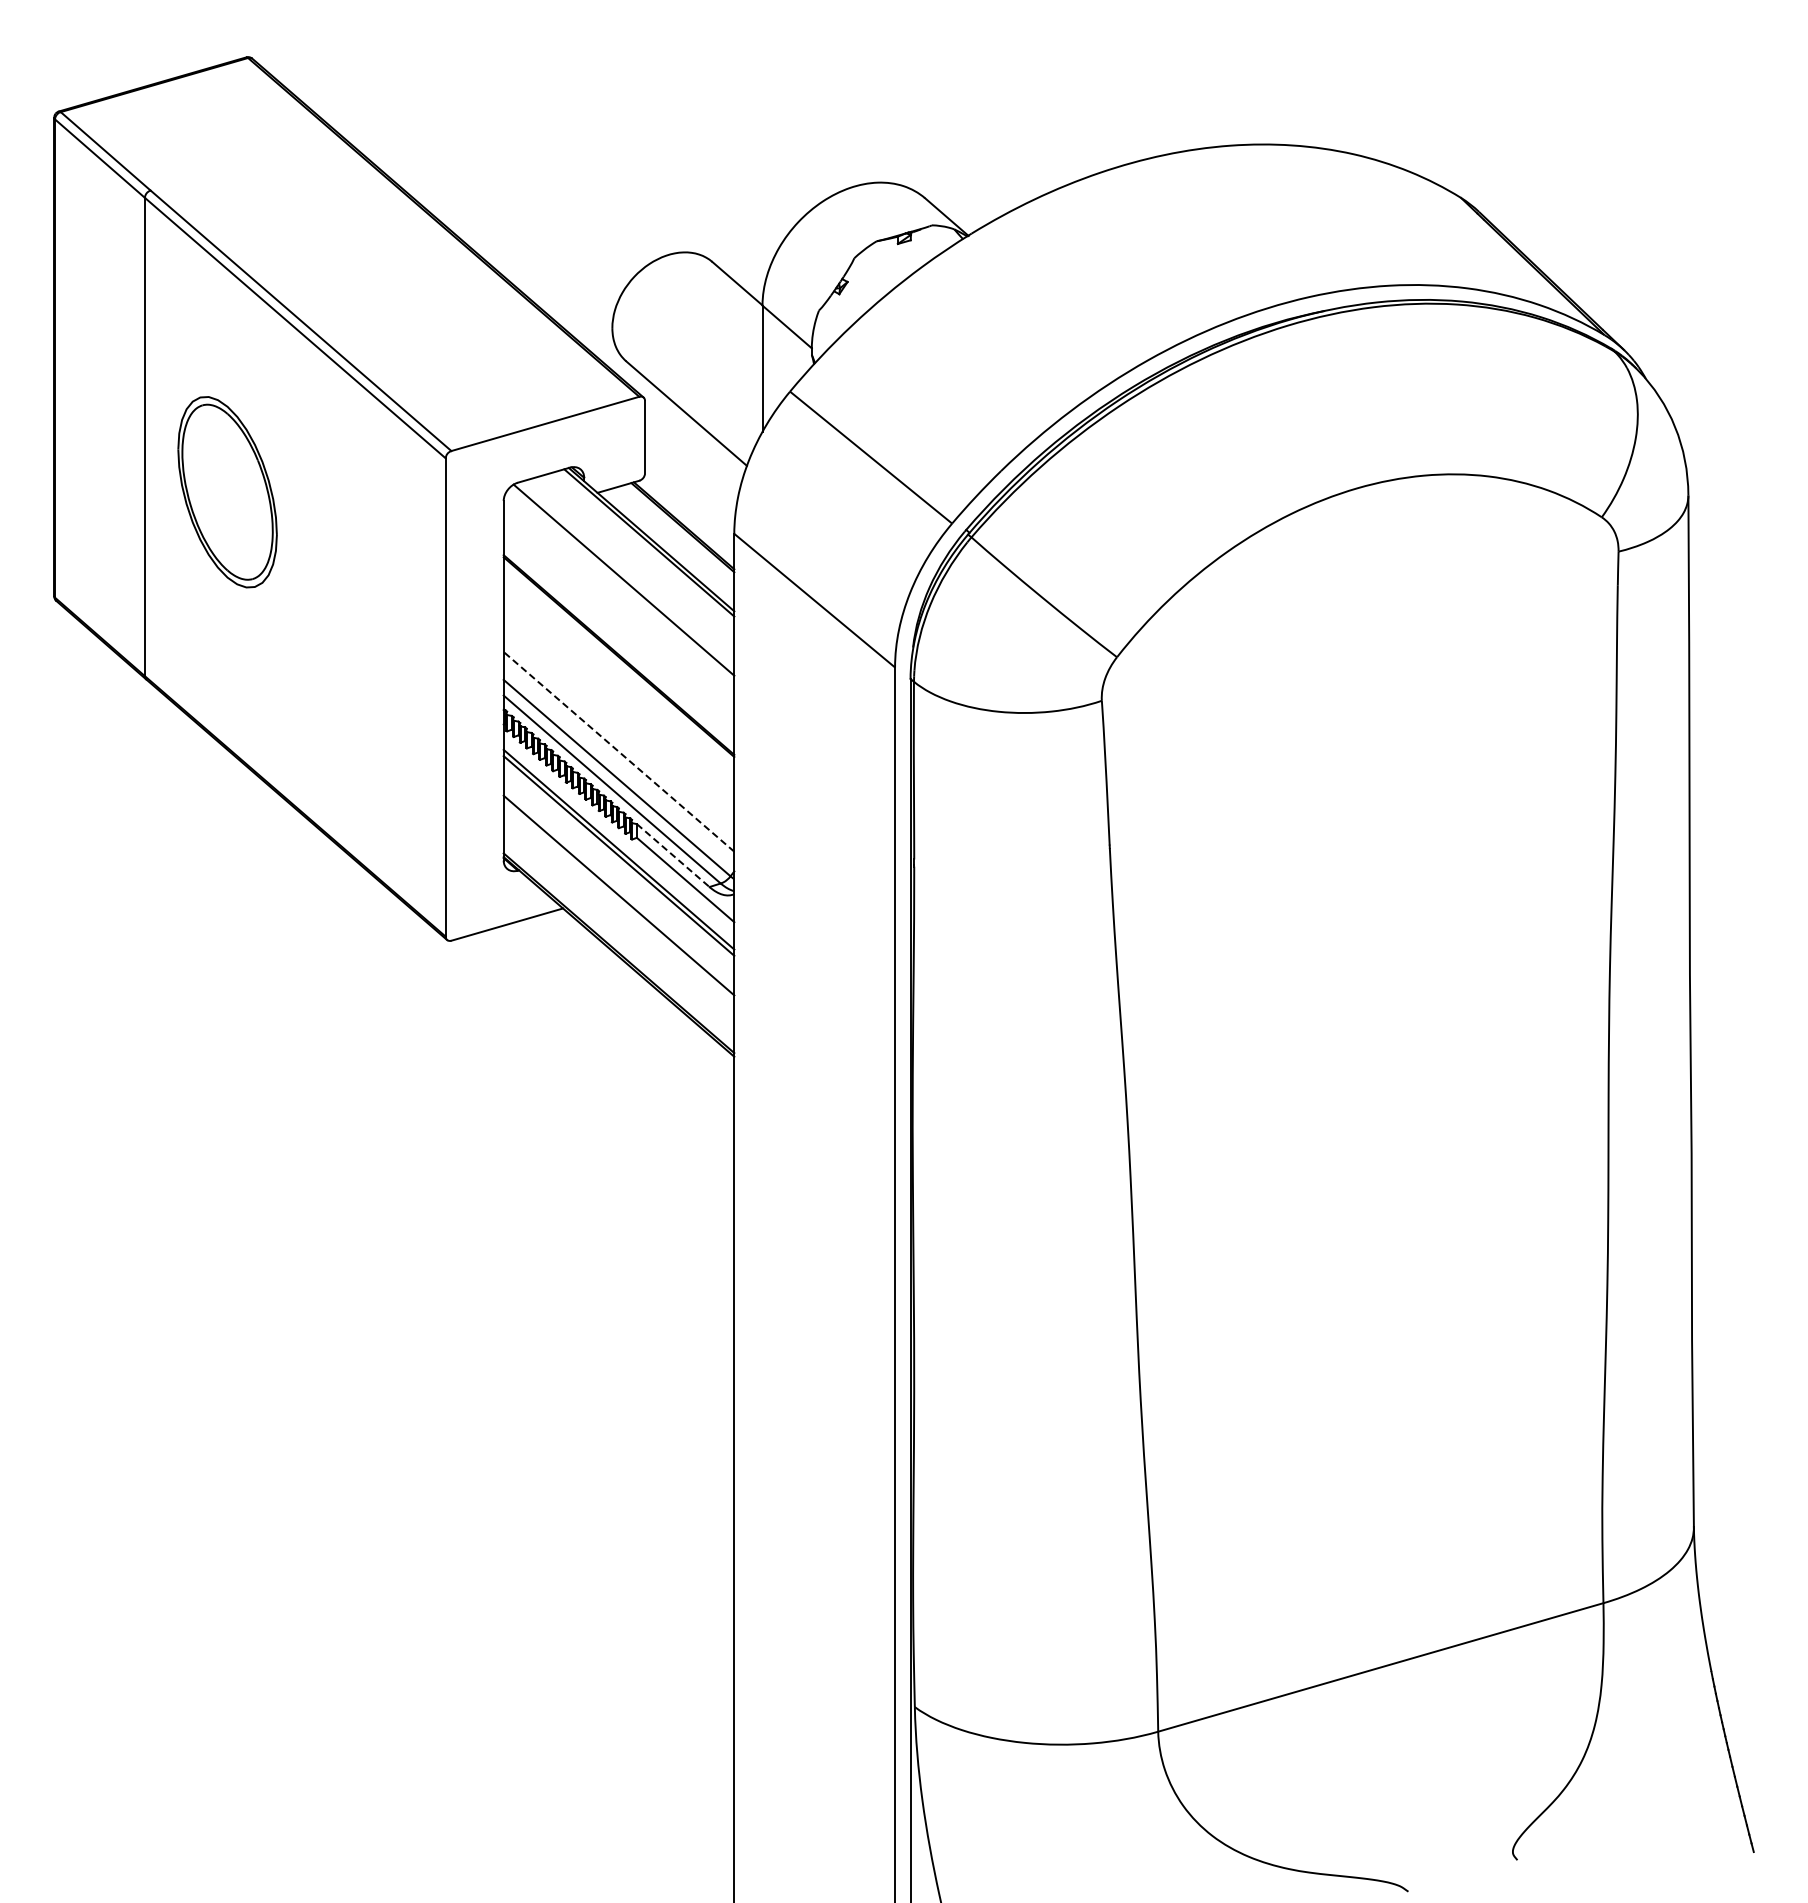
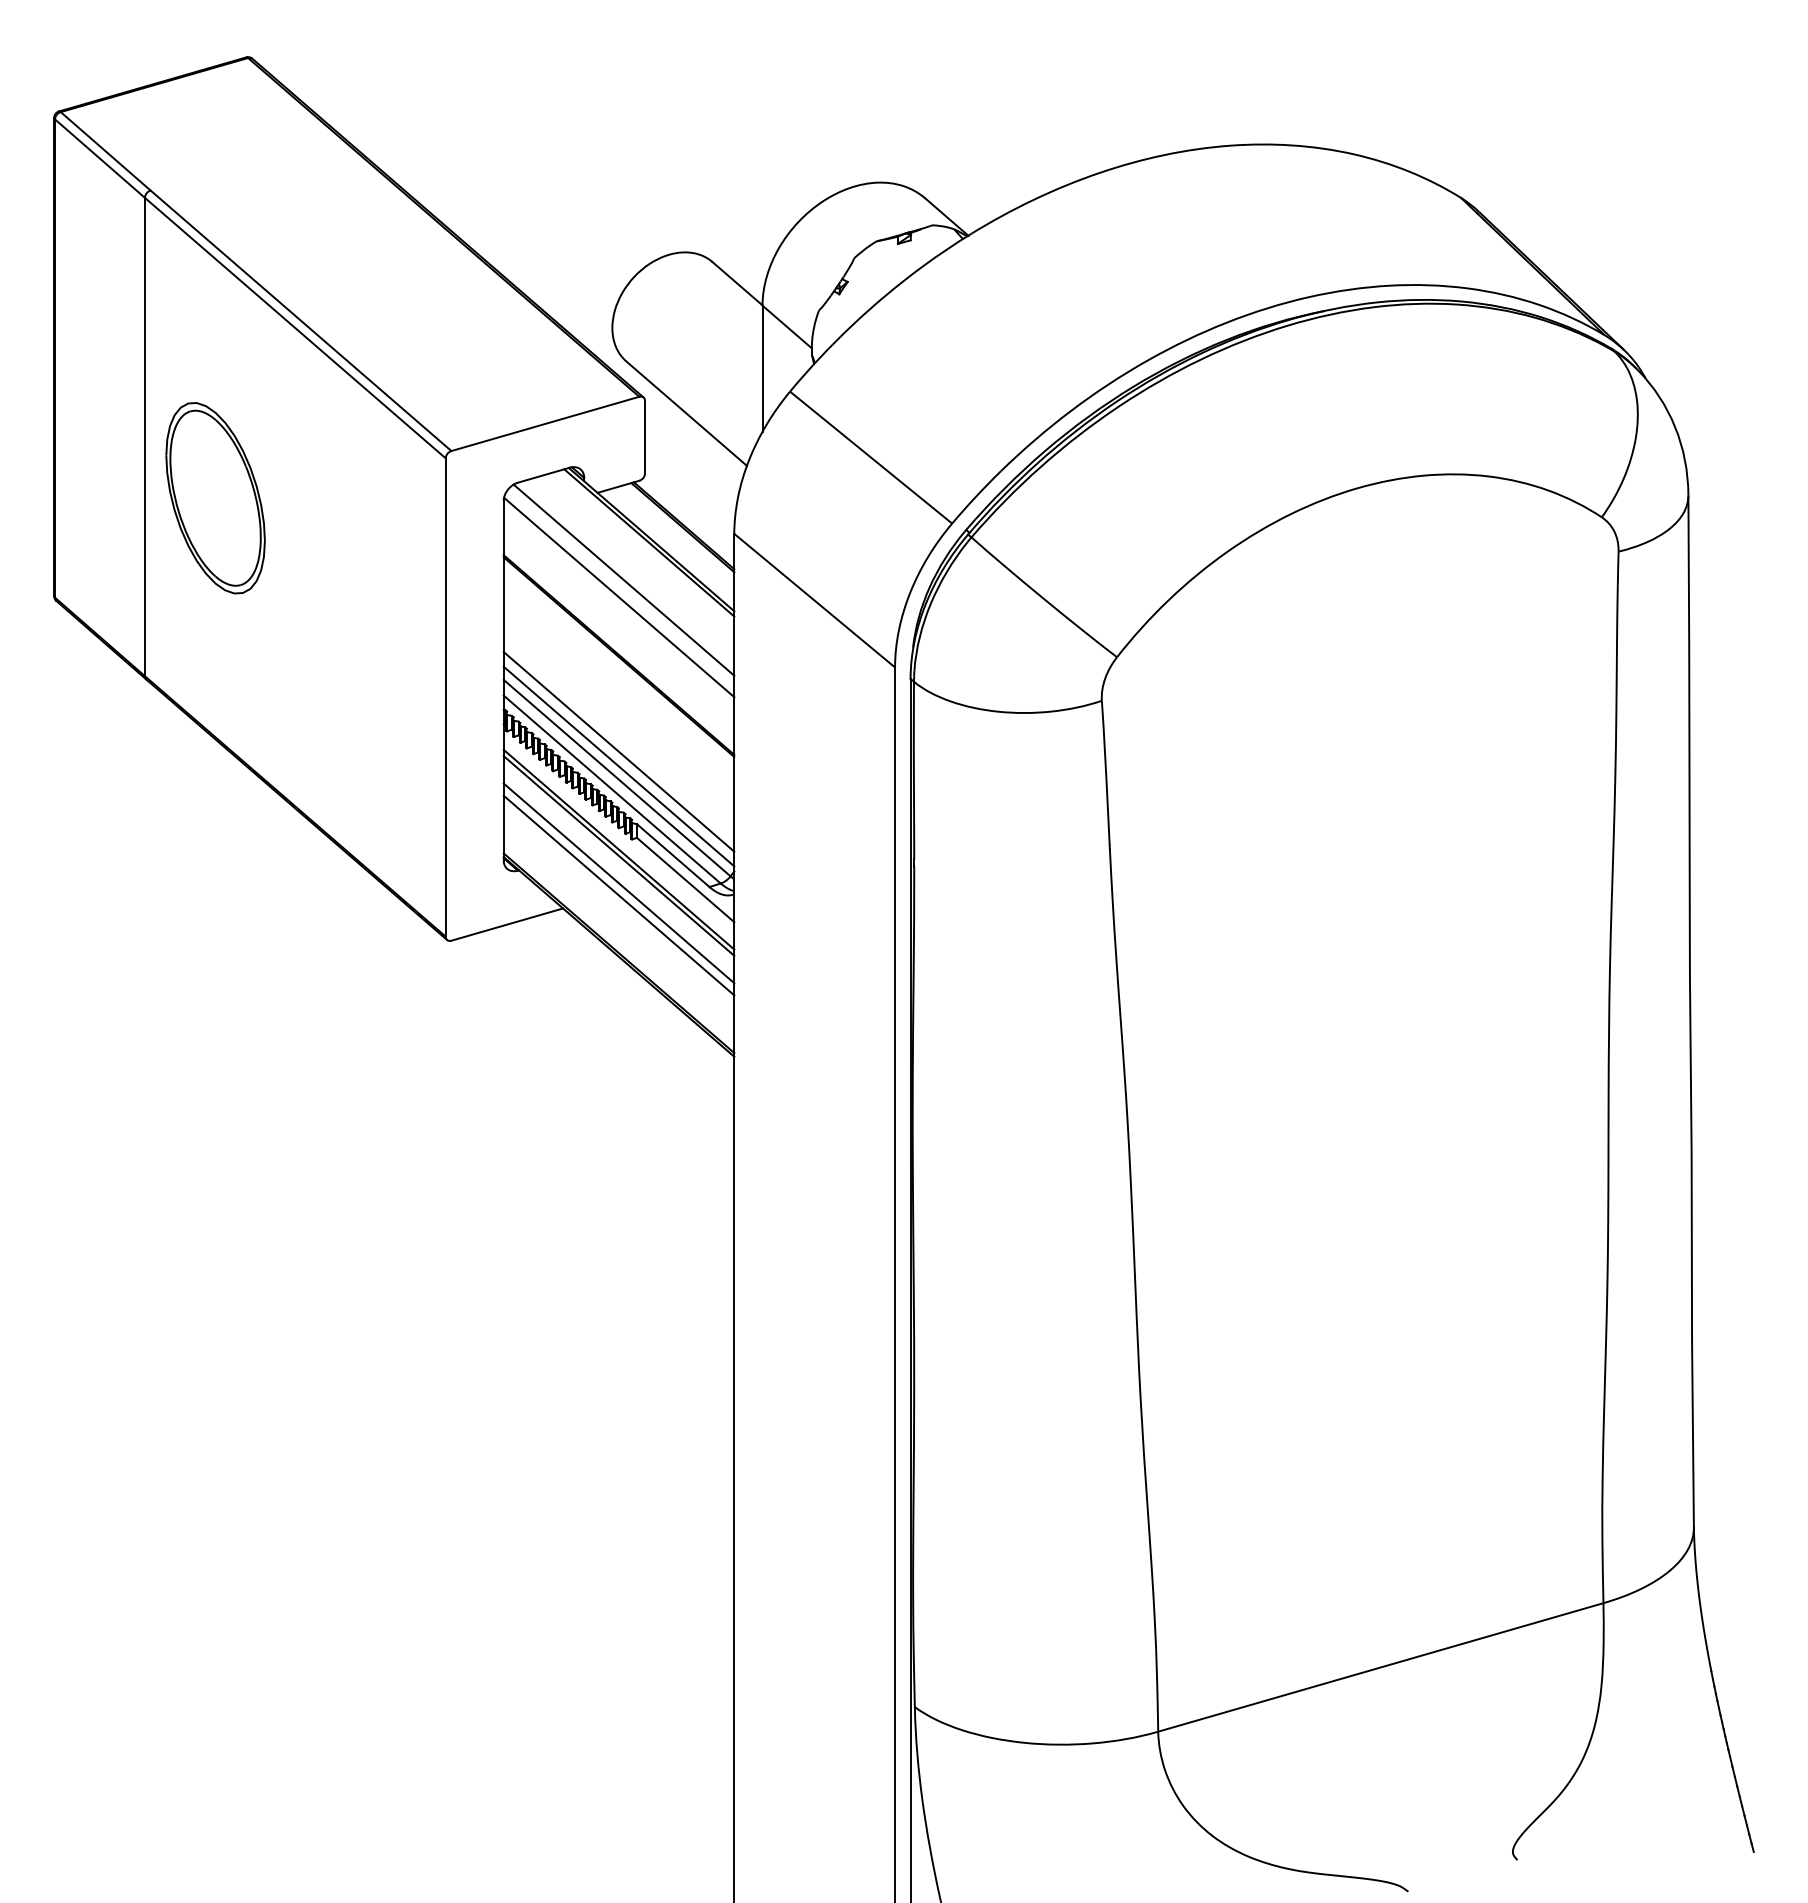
part at (227, 492) position: (227, 492) -> (215, 498)
line at (619, 597): none -> present
line at (619, 751): dashed -> solid
line at (618, 766): none -> present
line at (673, 855): dashed -> solid
line at (618, 883): none -> present
